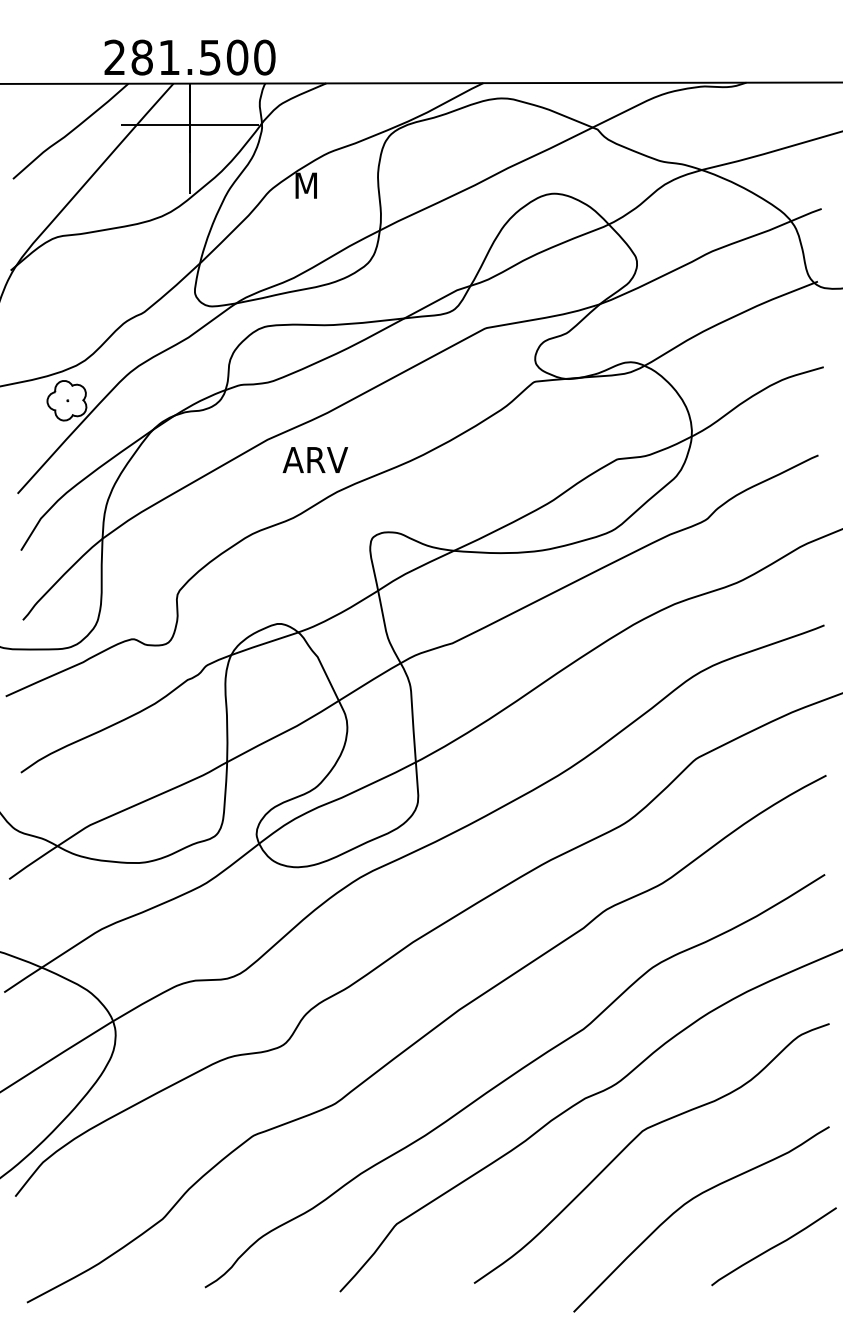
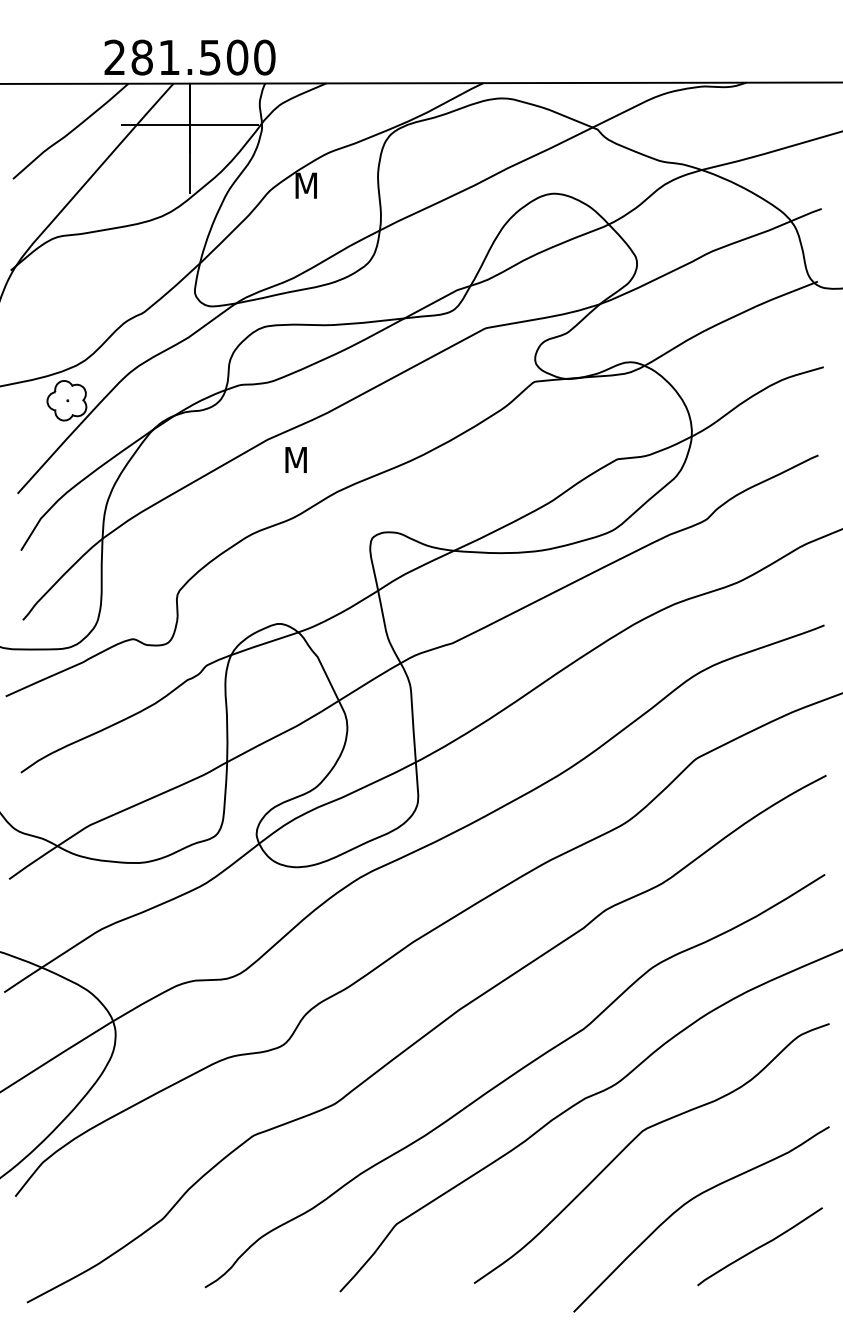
text at (315, 459): ARV -> M
curve at (773, 1246) position: (773, 1246) -> (759, 1246)
